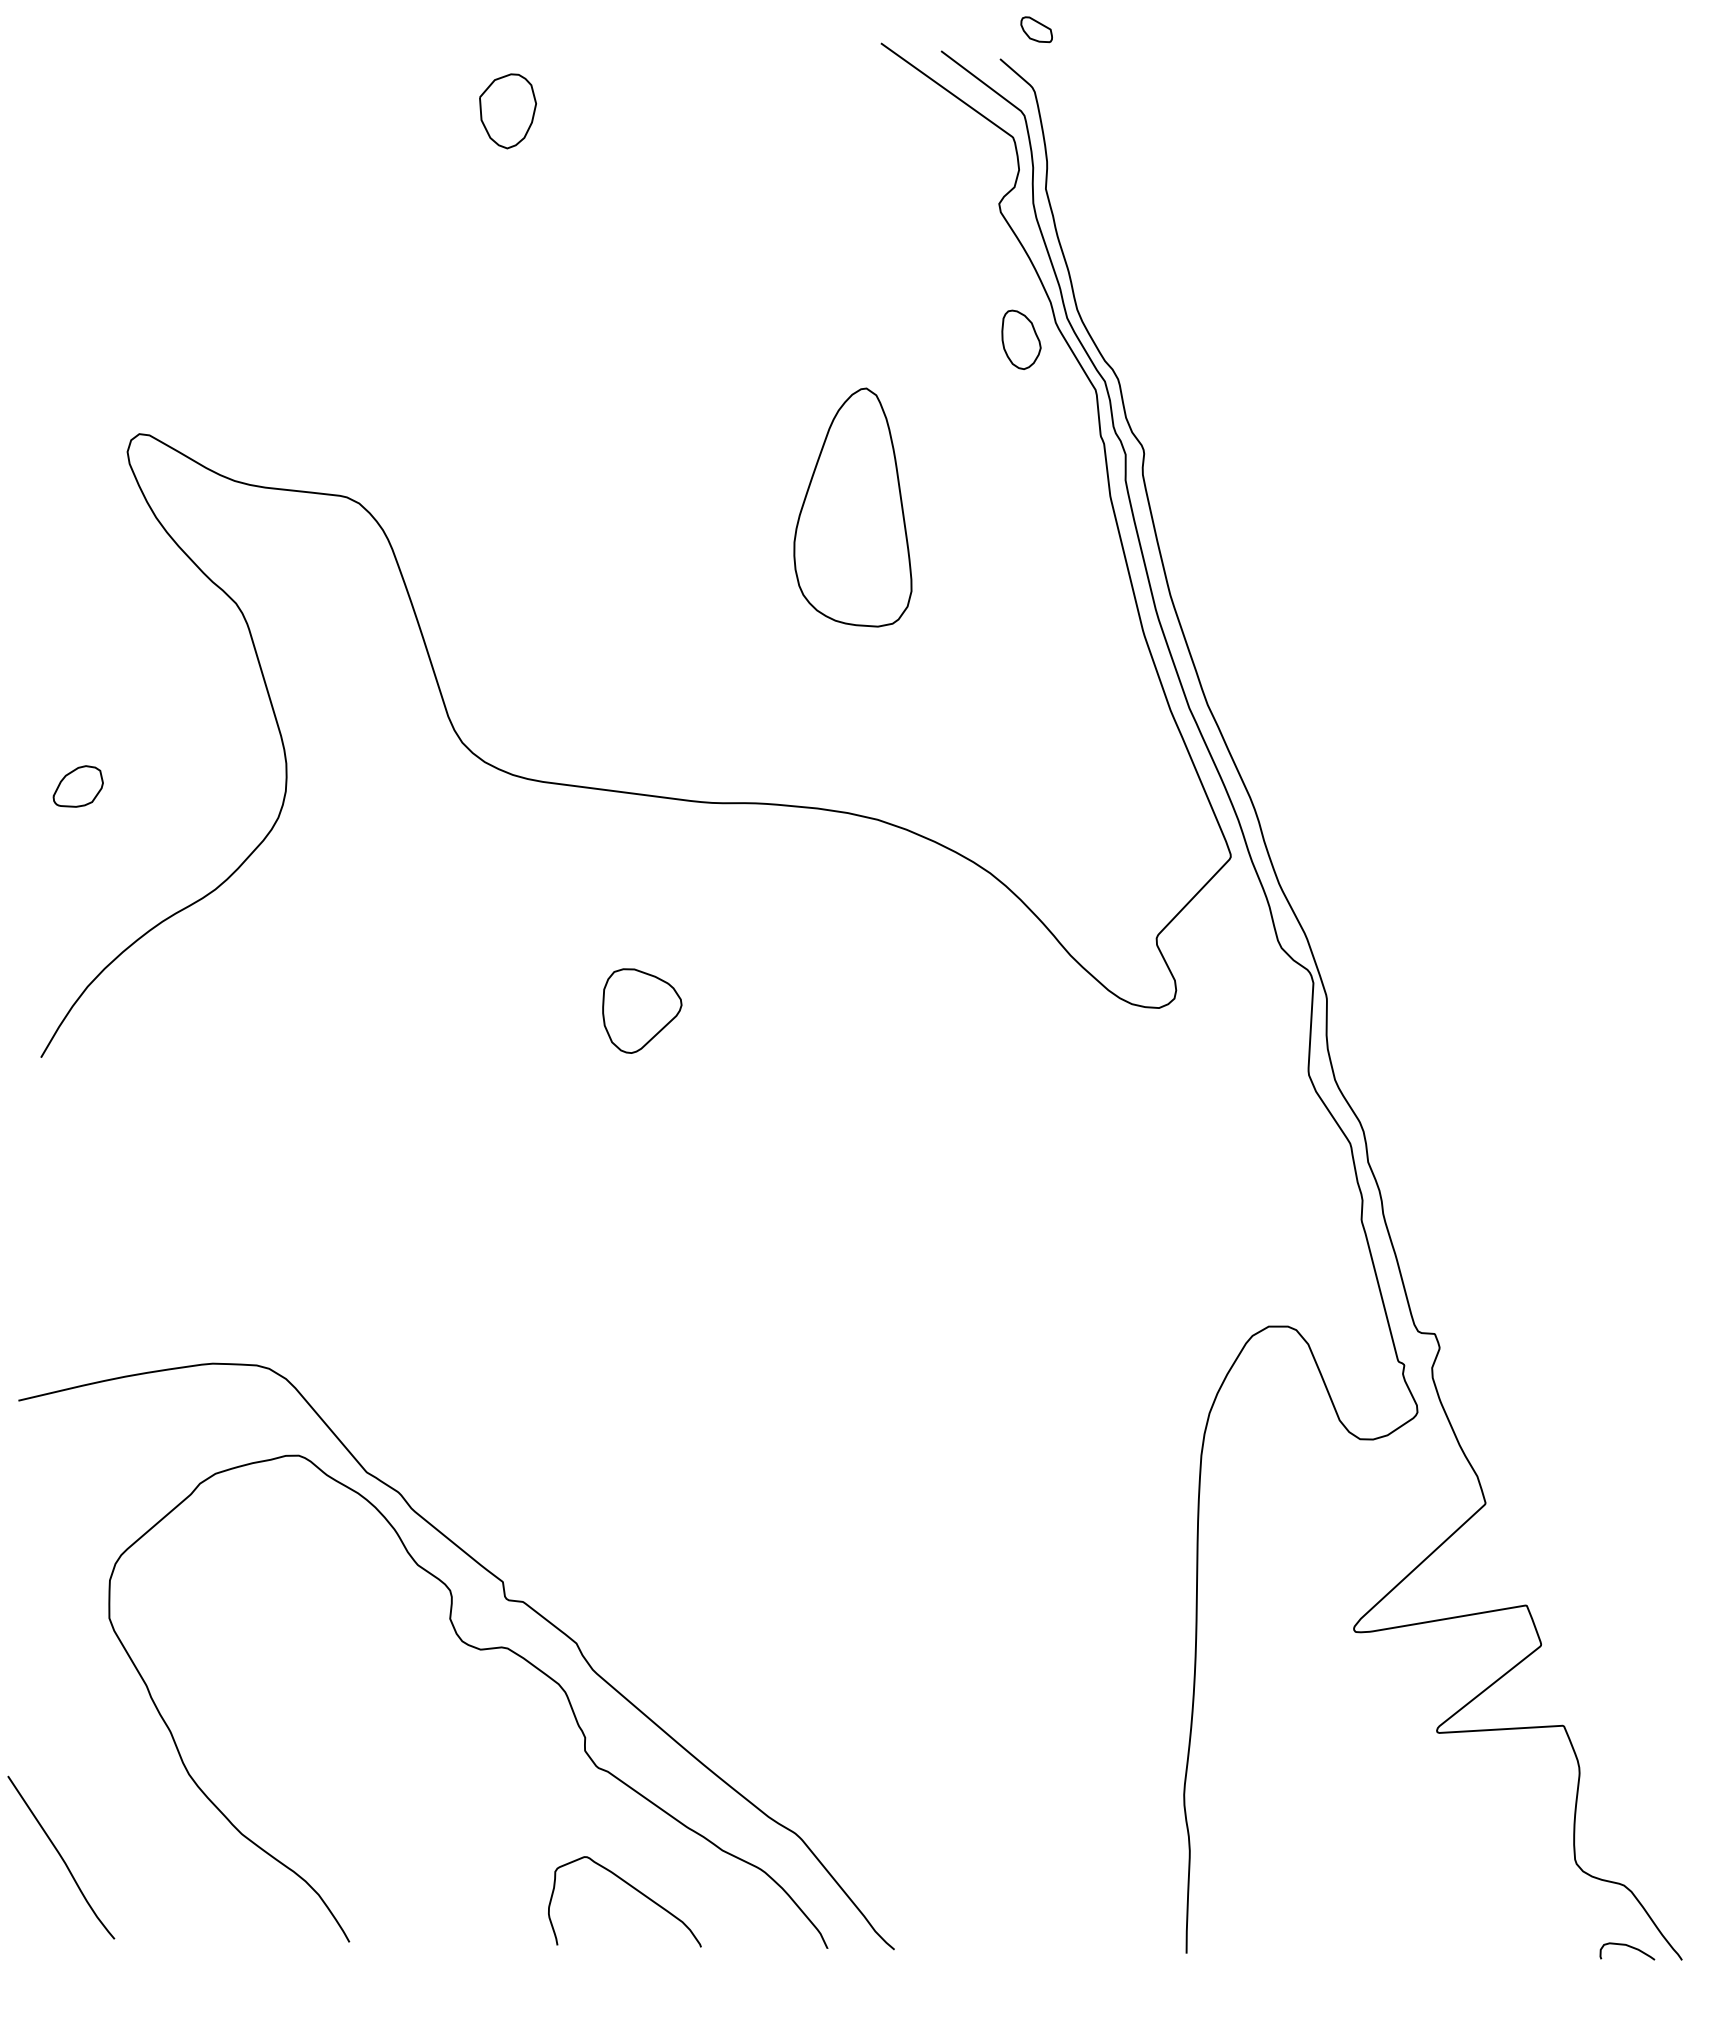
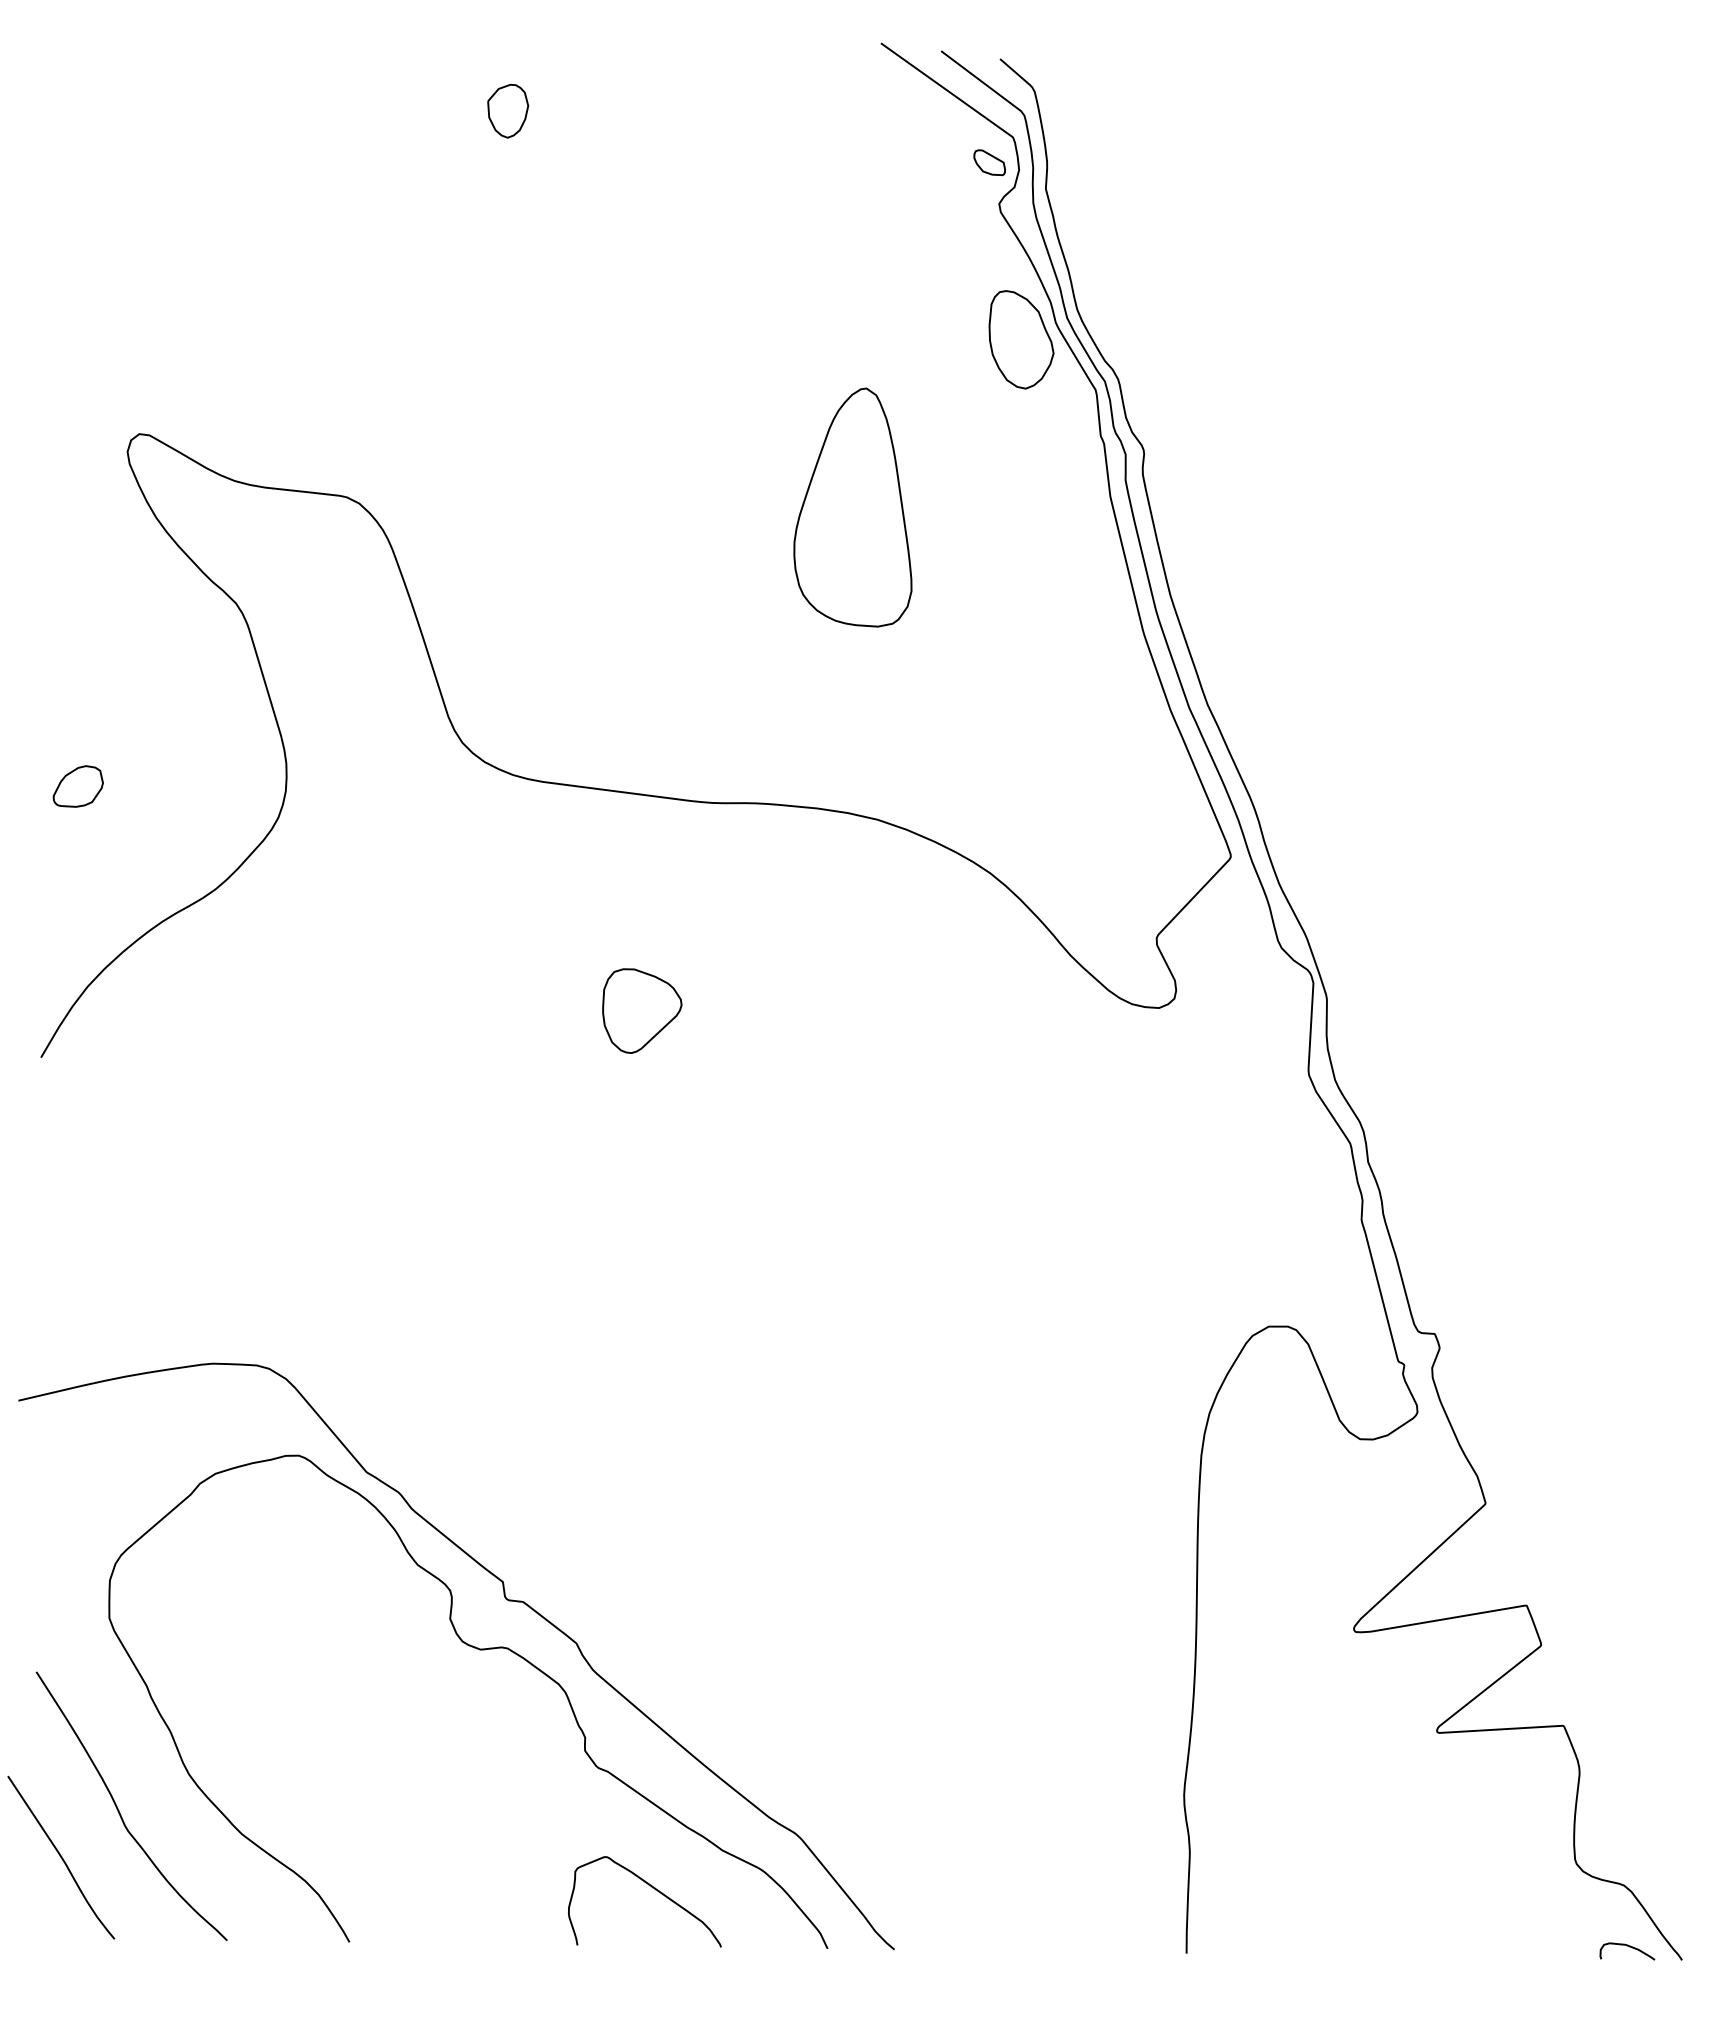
part at (1036, 29) position: (1036, 29) -> (989, 162)
part at (507, 111) size: 58x77 px -> 43x56 px
part at (1021, 339) size: 41x61 px -> 67x100 px
curve at (120, 1812): none -> present
curve at (635, 1890) position: (635, 1890) -> (655, 1890)
